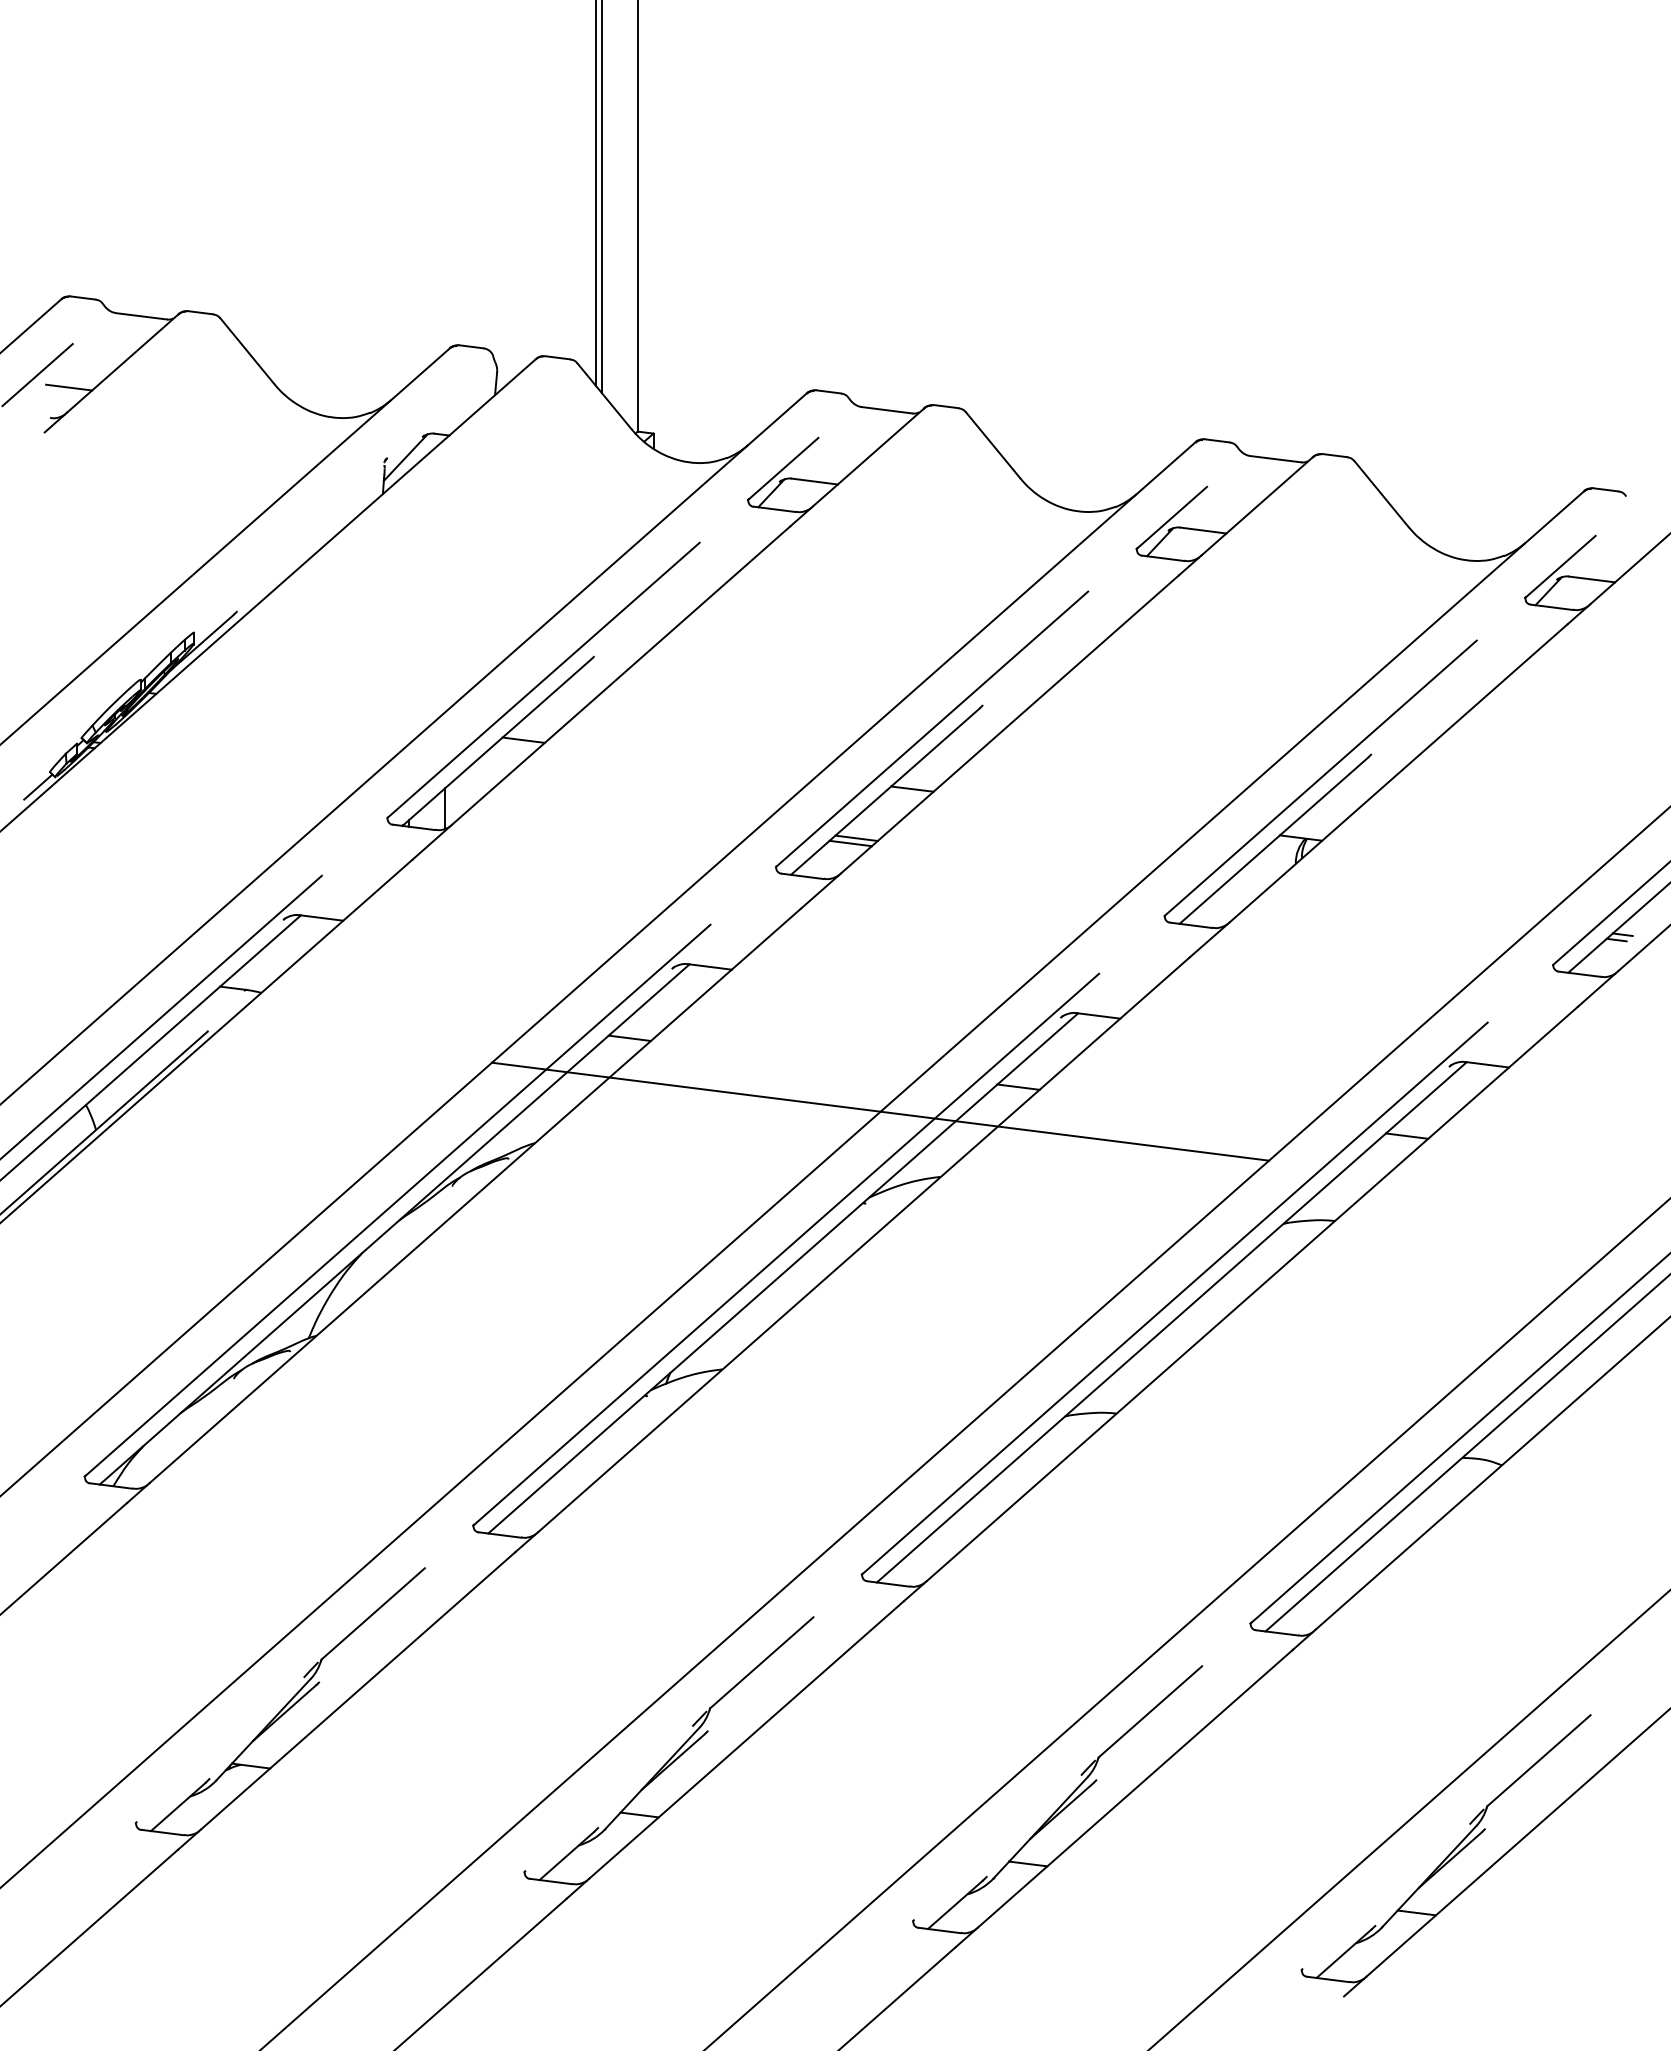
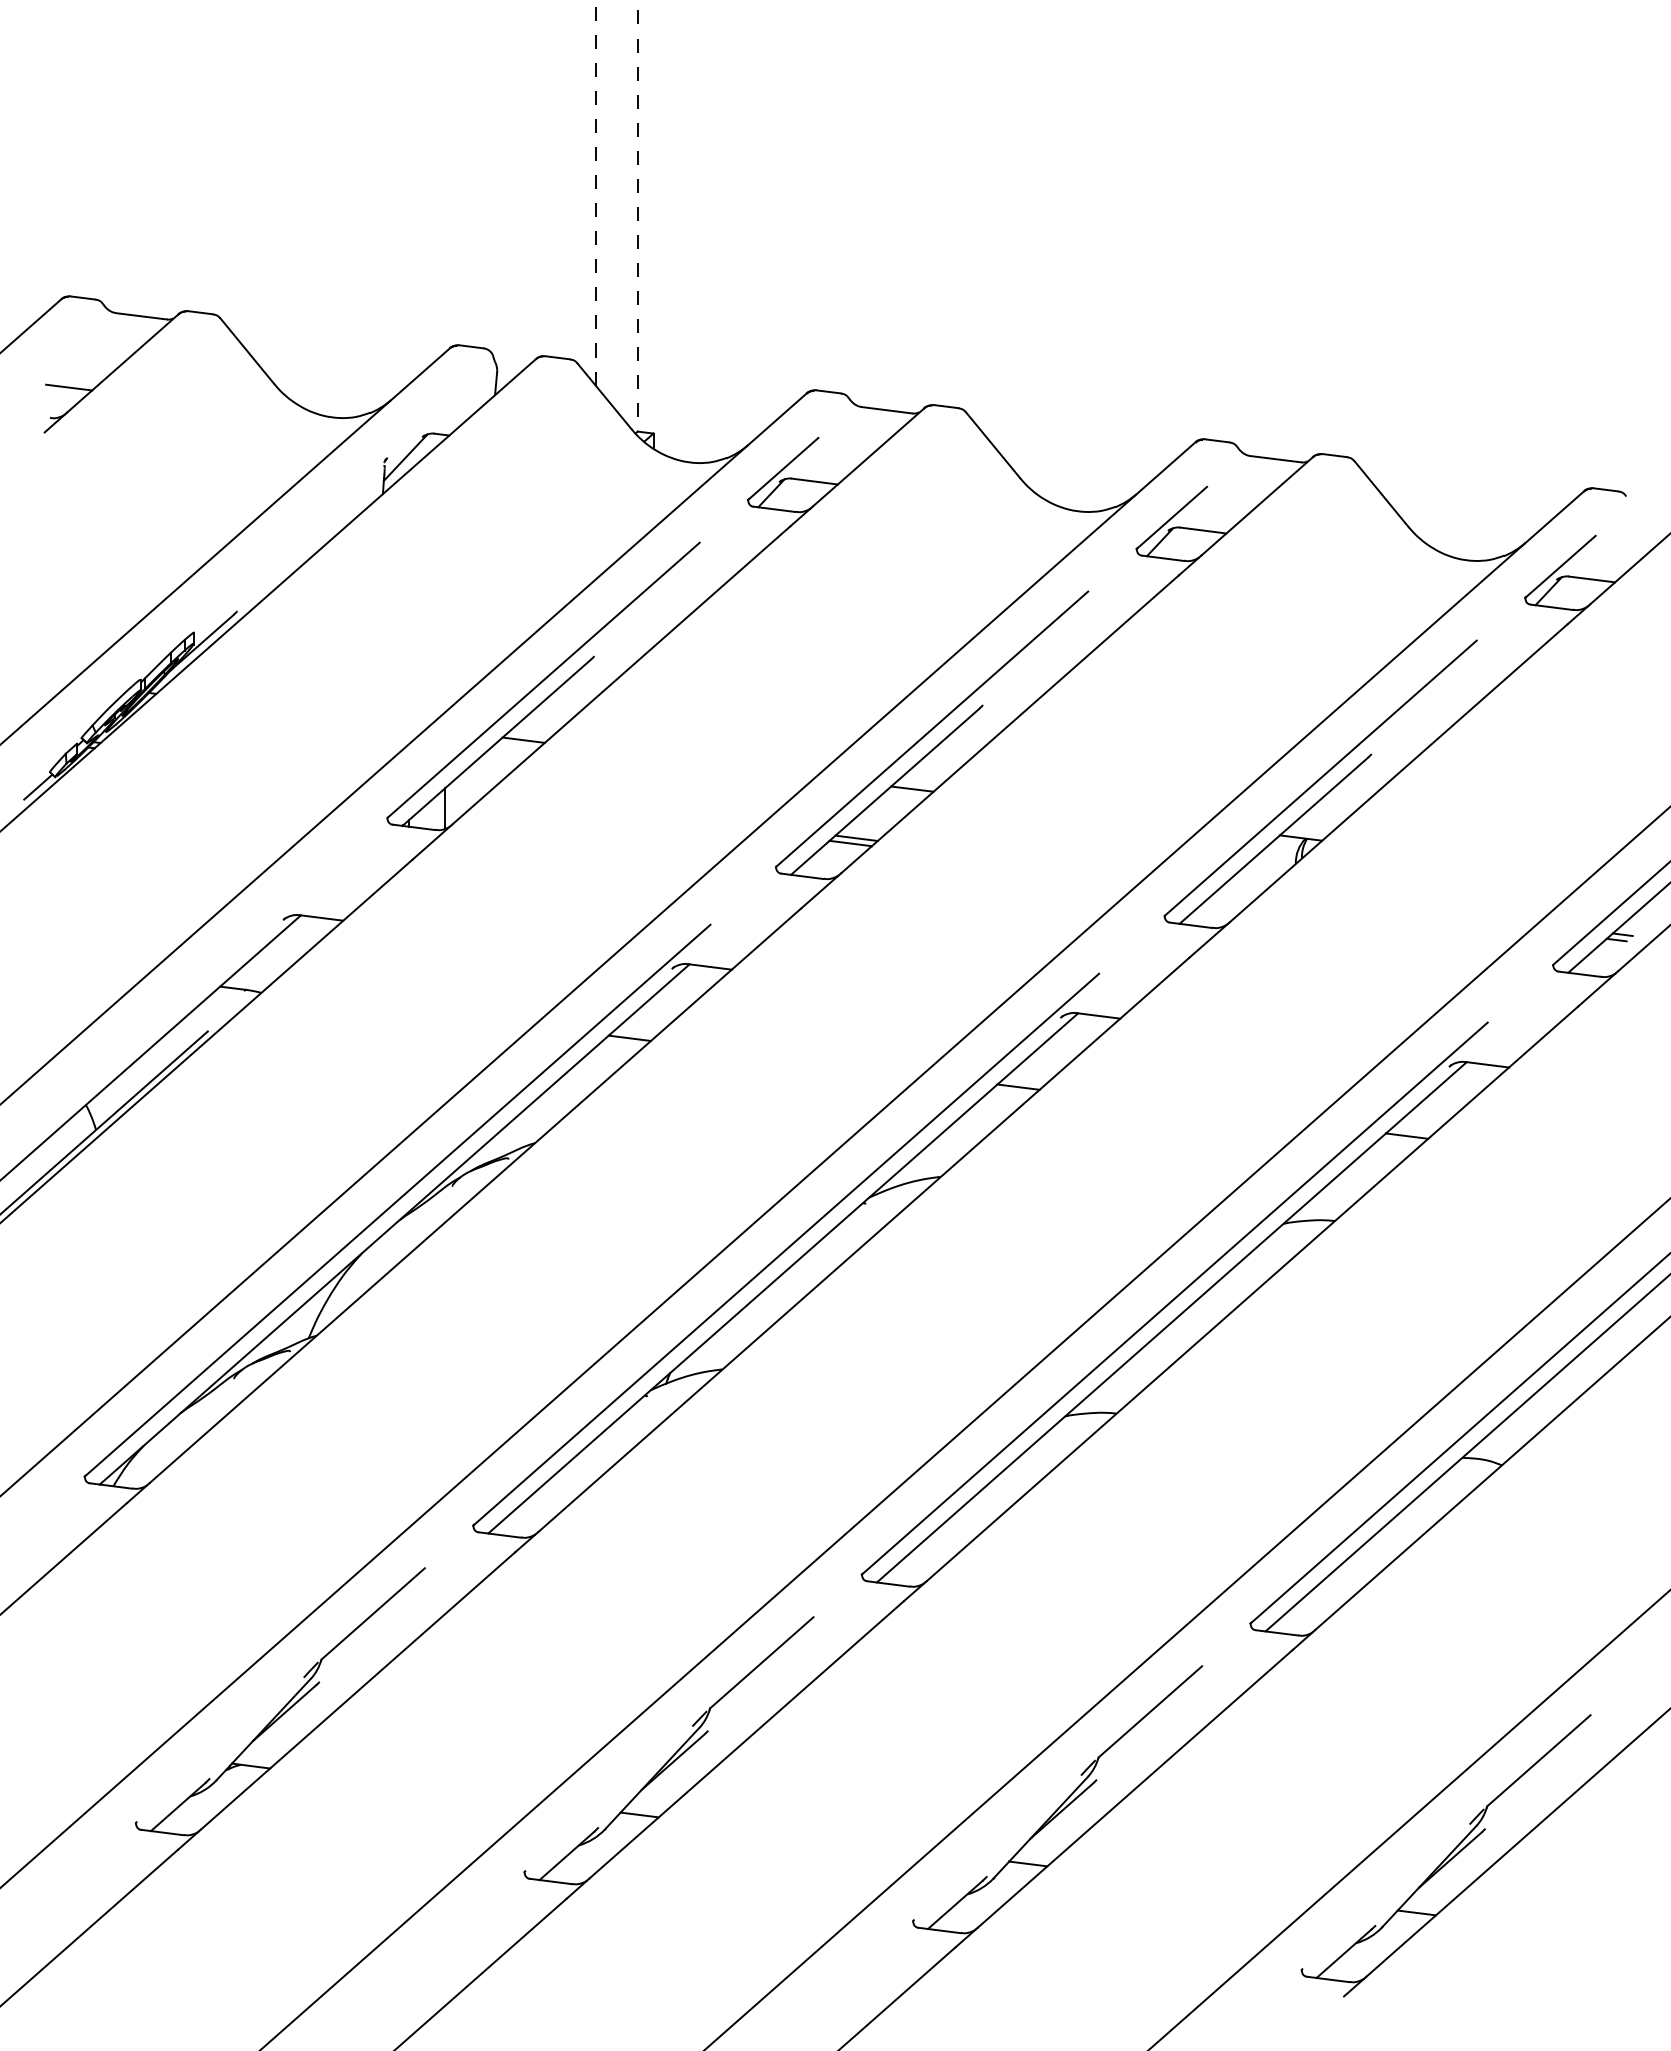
line at (595, 192): solid -> dashed
line at (601, 197): present -> none
line at (637, 216): solid -> dashed
line at (37, 375): present -> none
line at (161, 1016): present -> none
line at (880, 1111): present -> none
